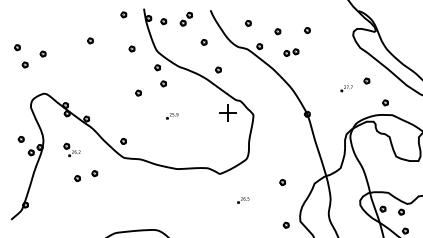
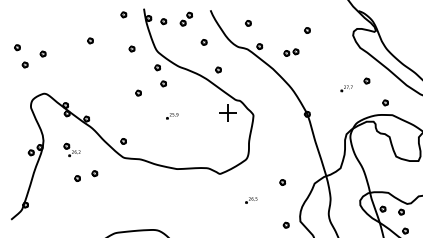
part at (277, 31): present -> none
part at (20, 139): present -> none
part at (243, 200) position: (243, 200) -> (251, 200)
